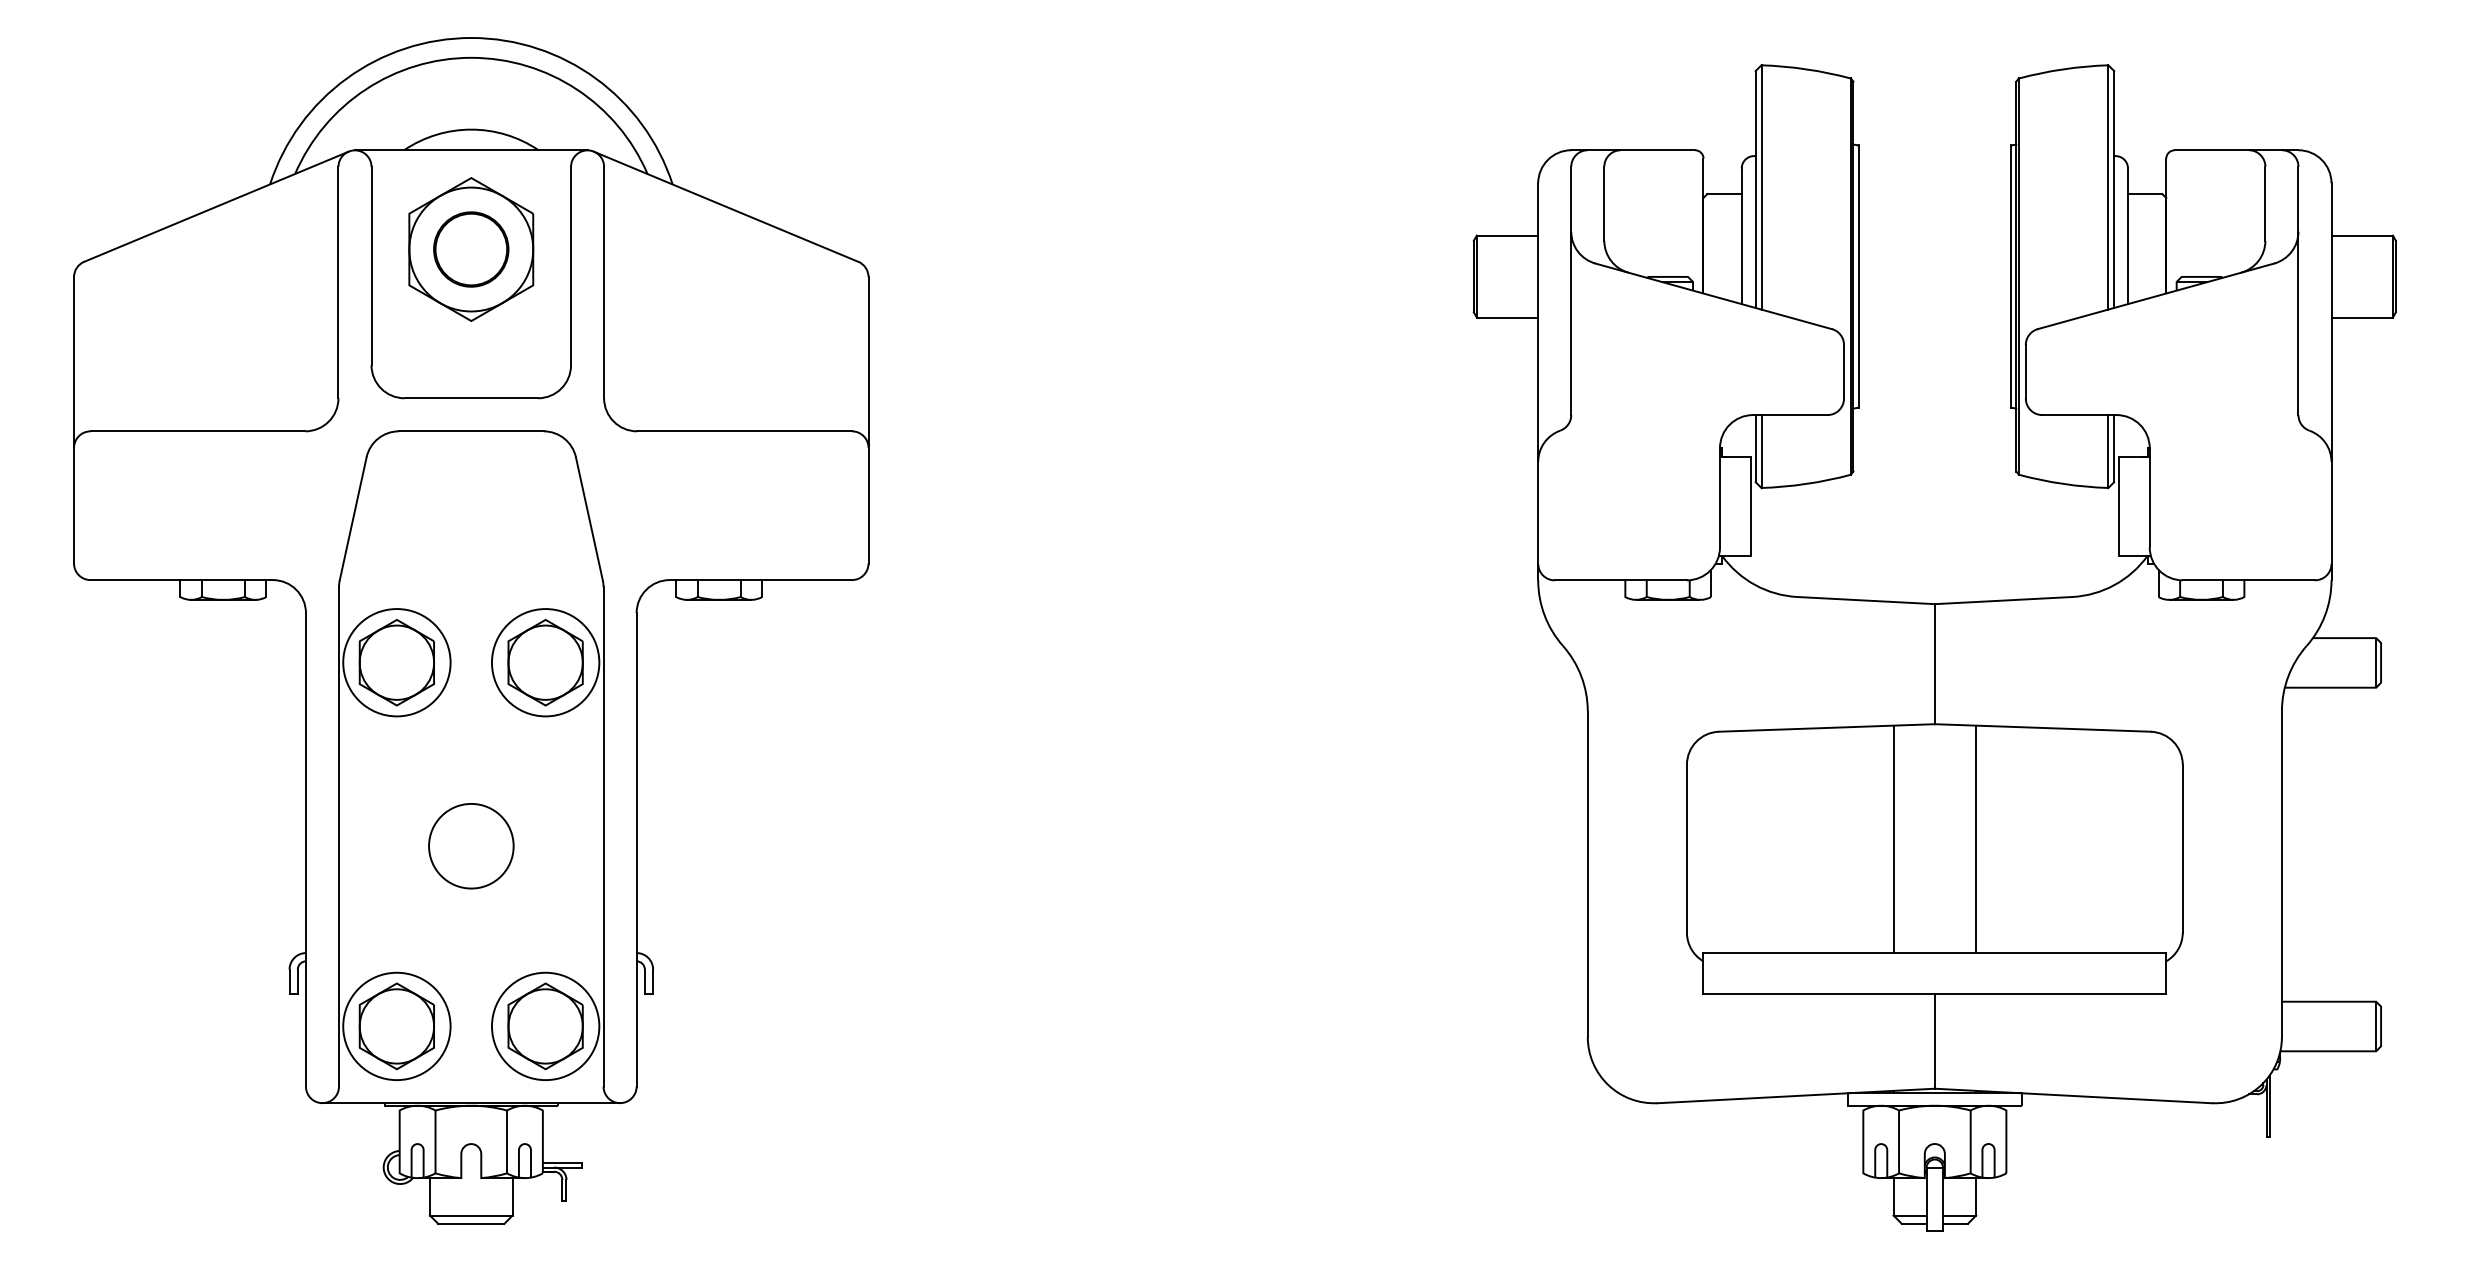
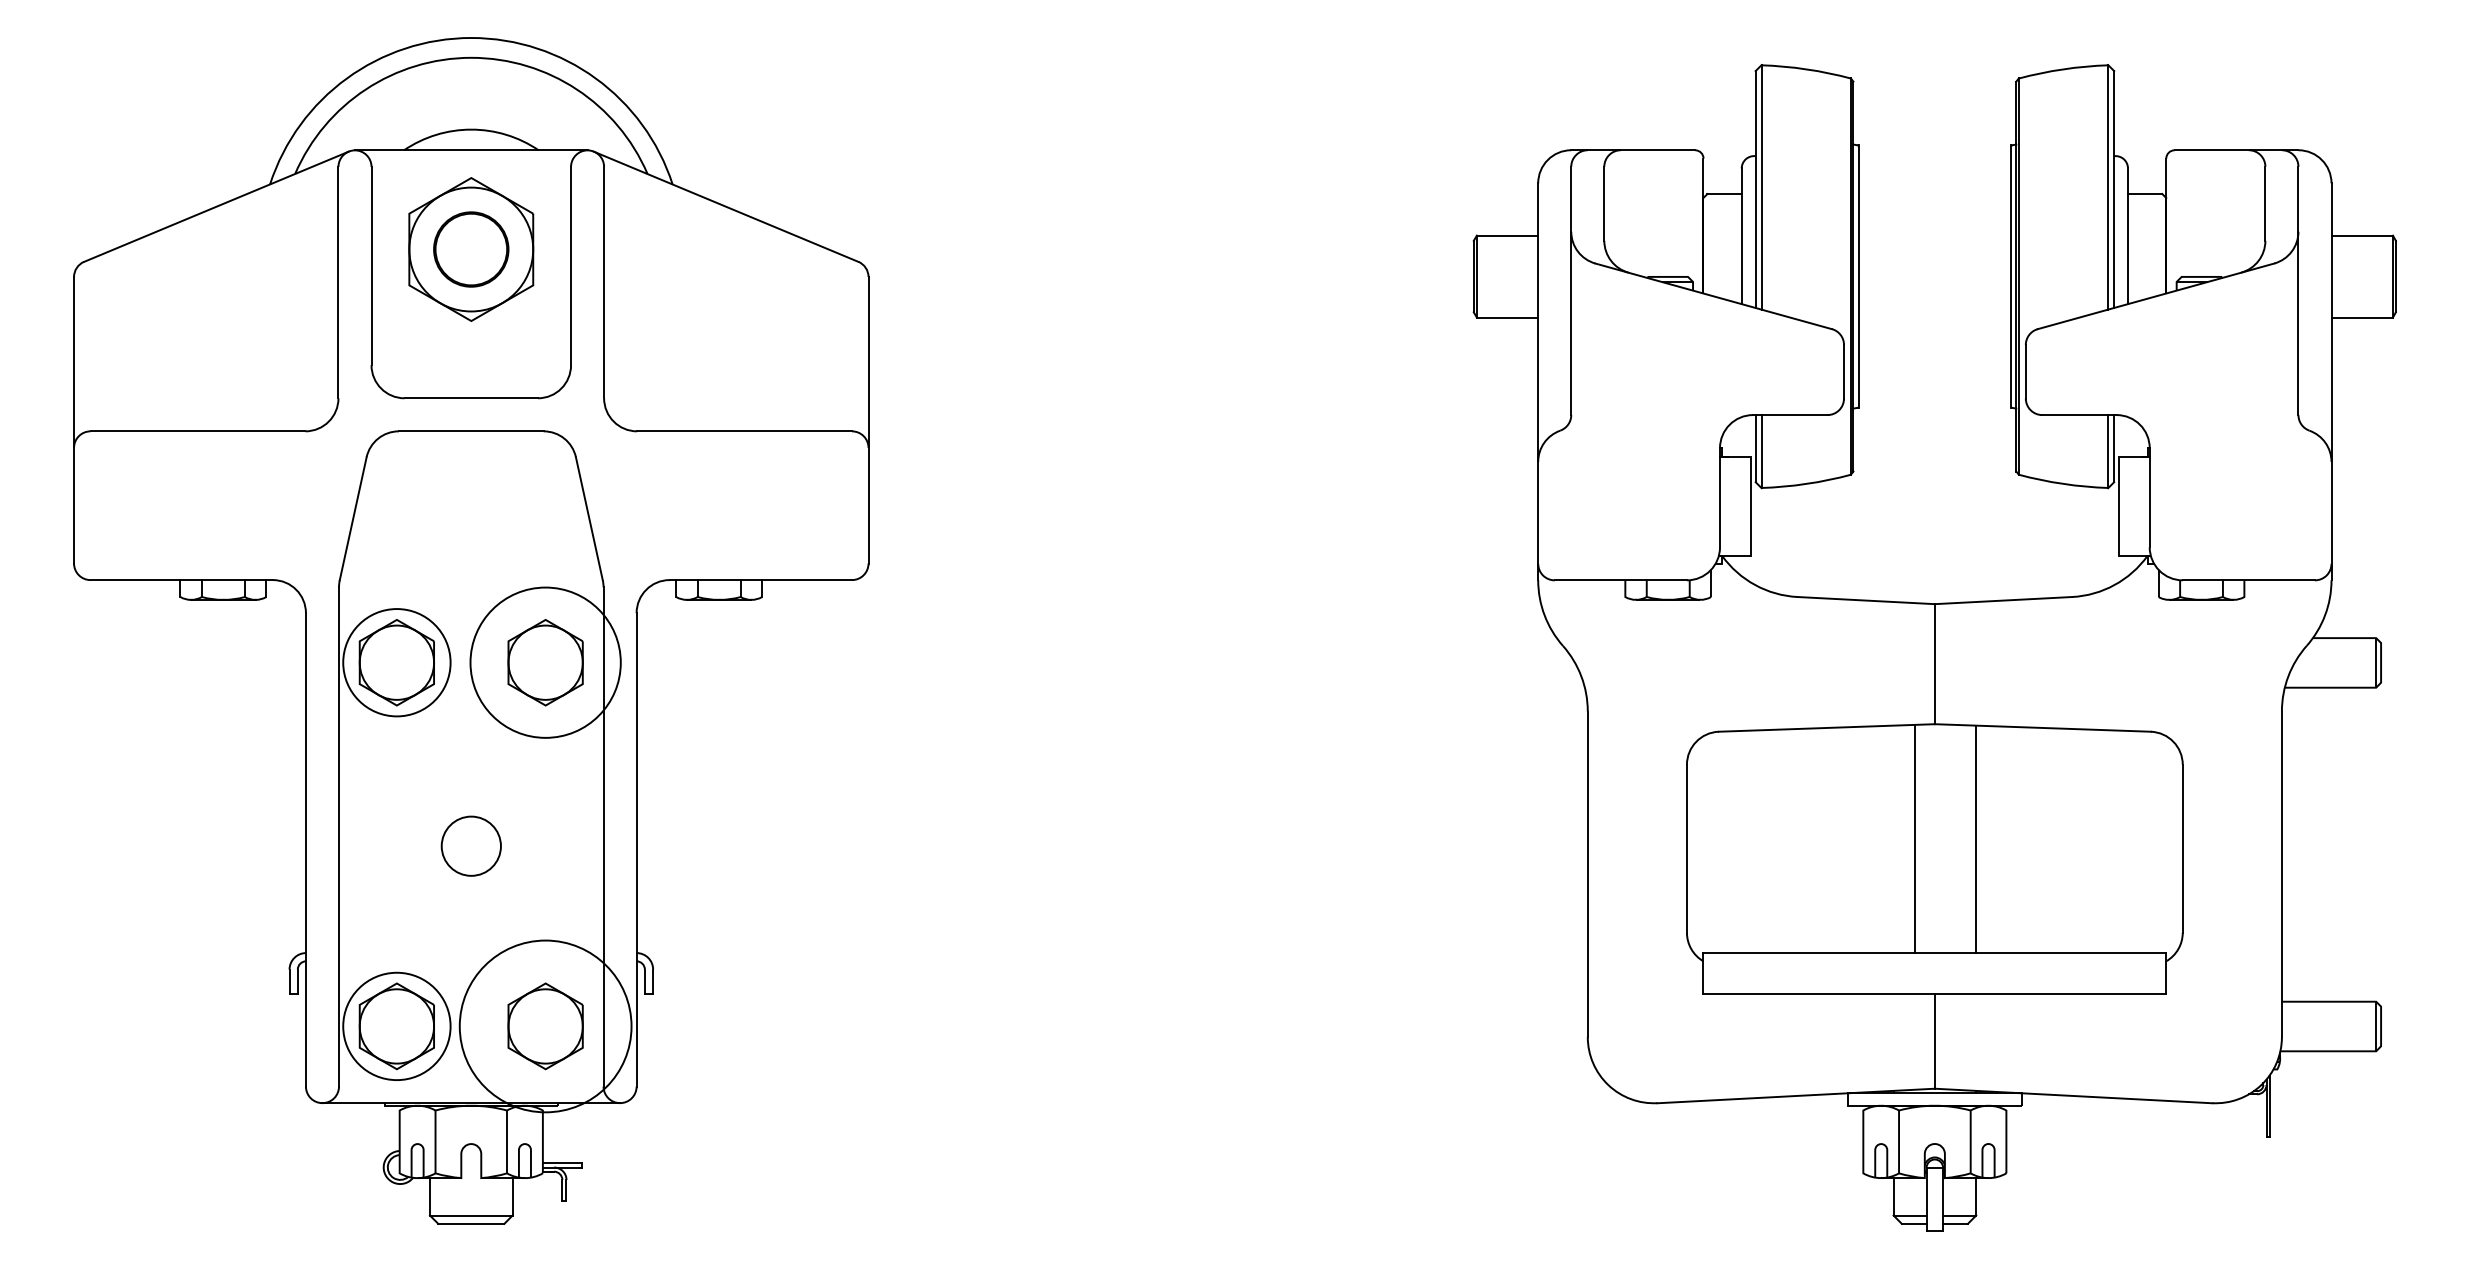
circle at (545, 662) diameter: 107 px -> 150 px
line at (1893, 839) position: (1893, 839) -> (1914, 839)
circle at (471, 845) diameter: 85 px -> 59 px
circle at (545, 1026) diameter: 107 px -> 172 px
